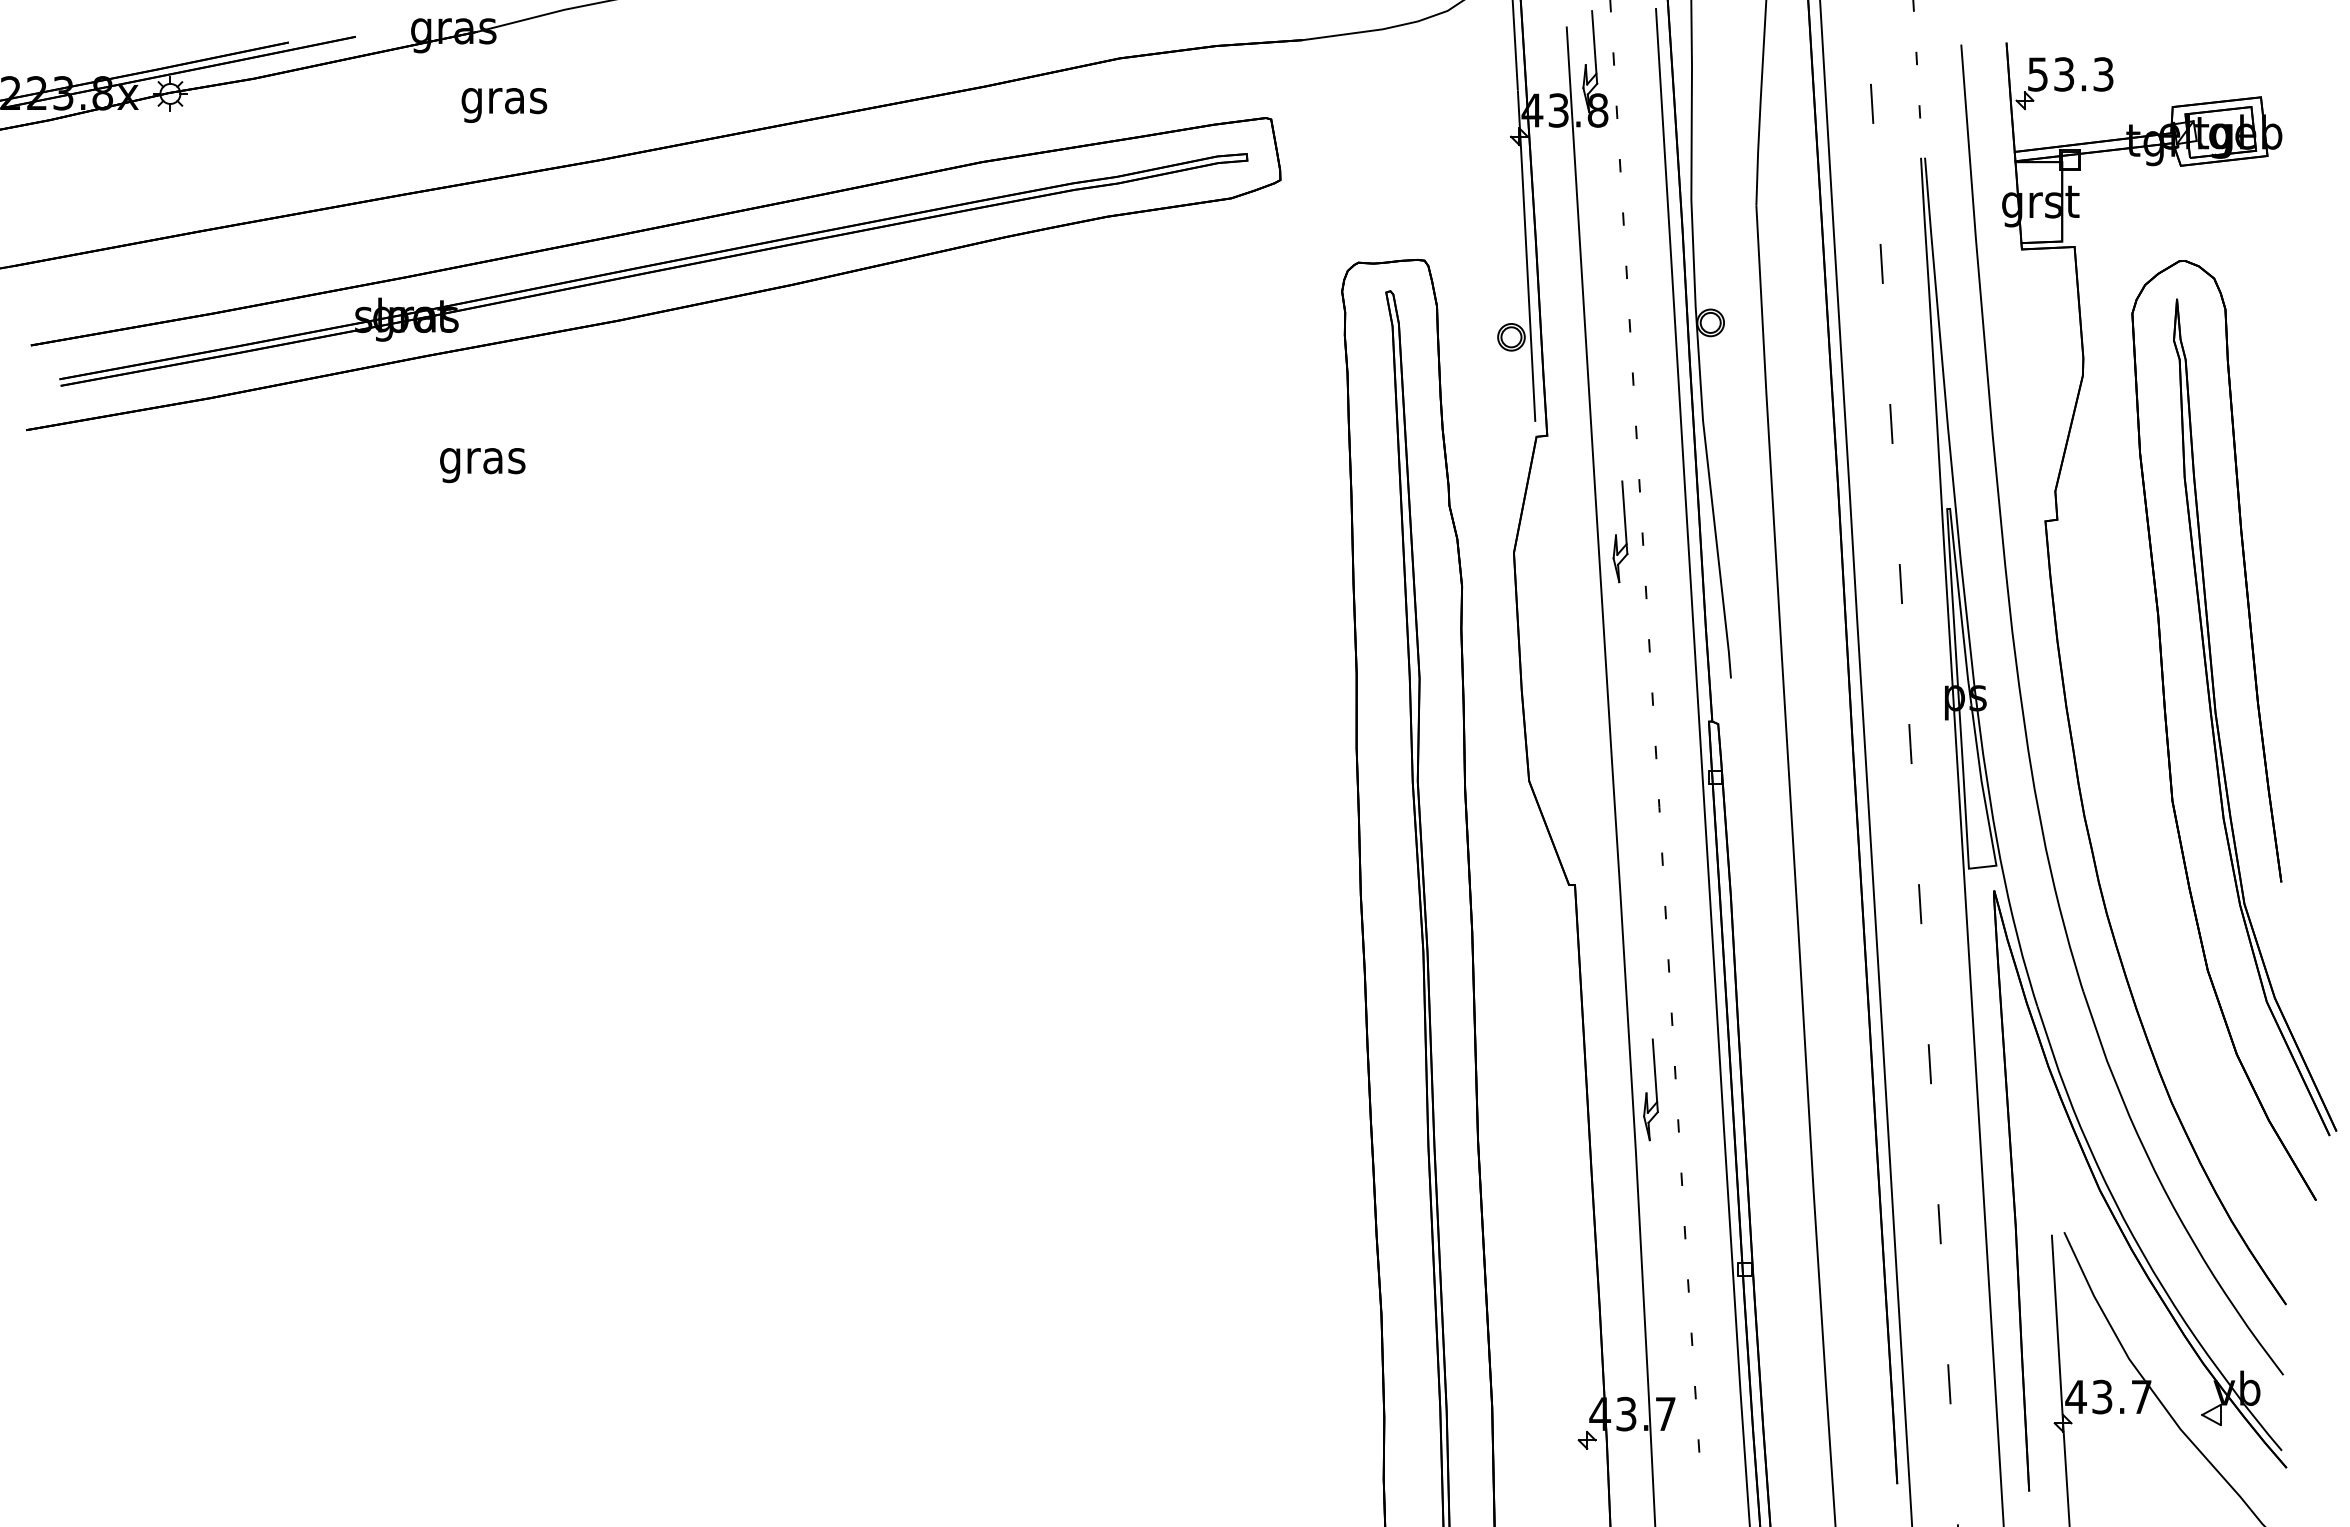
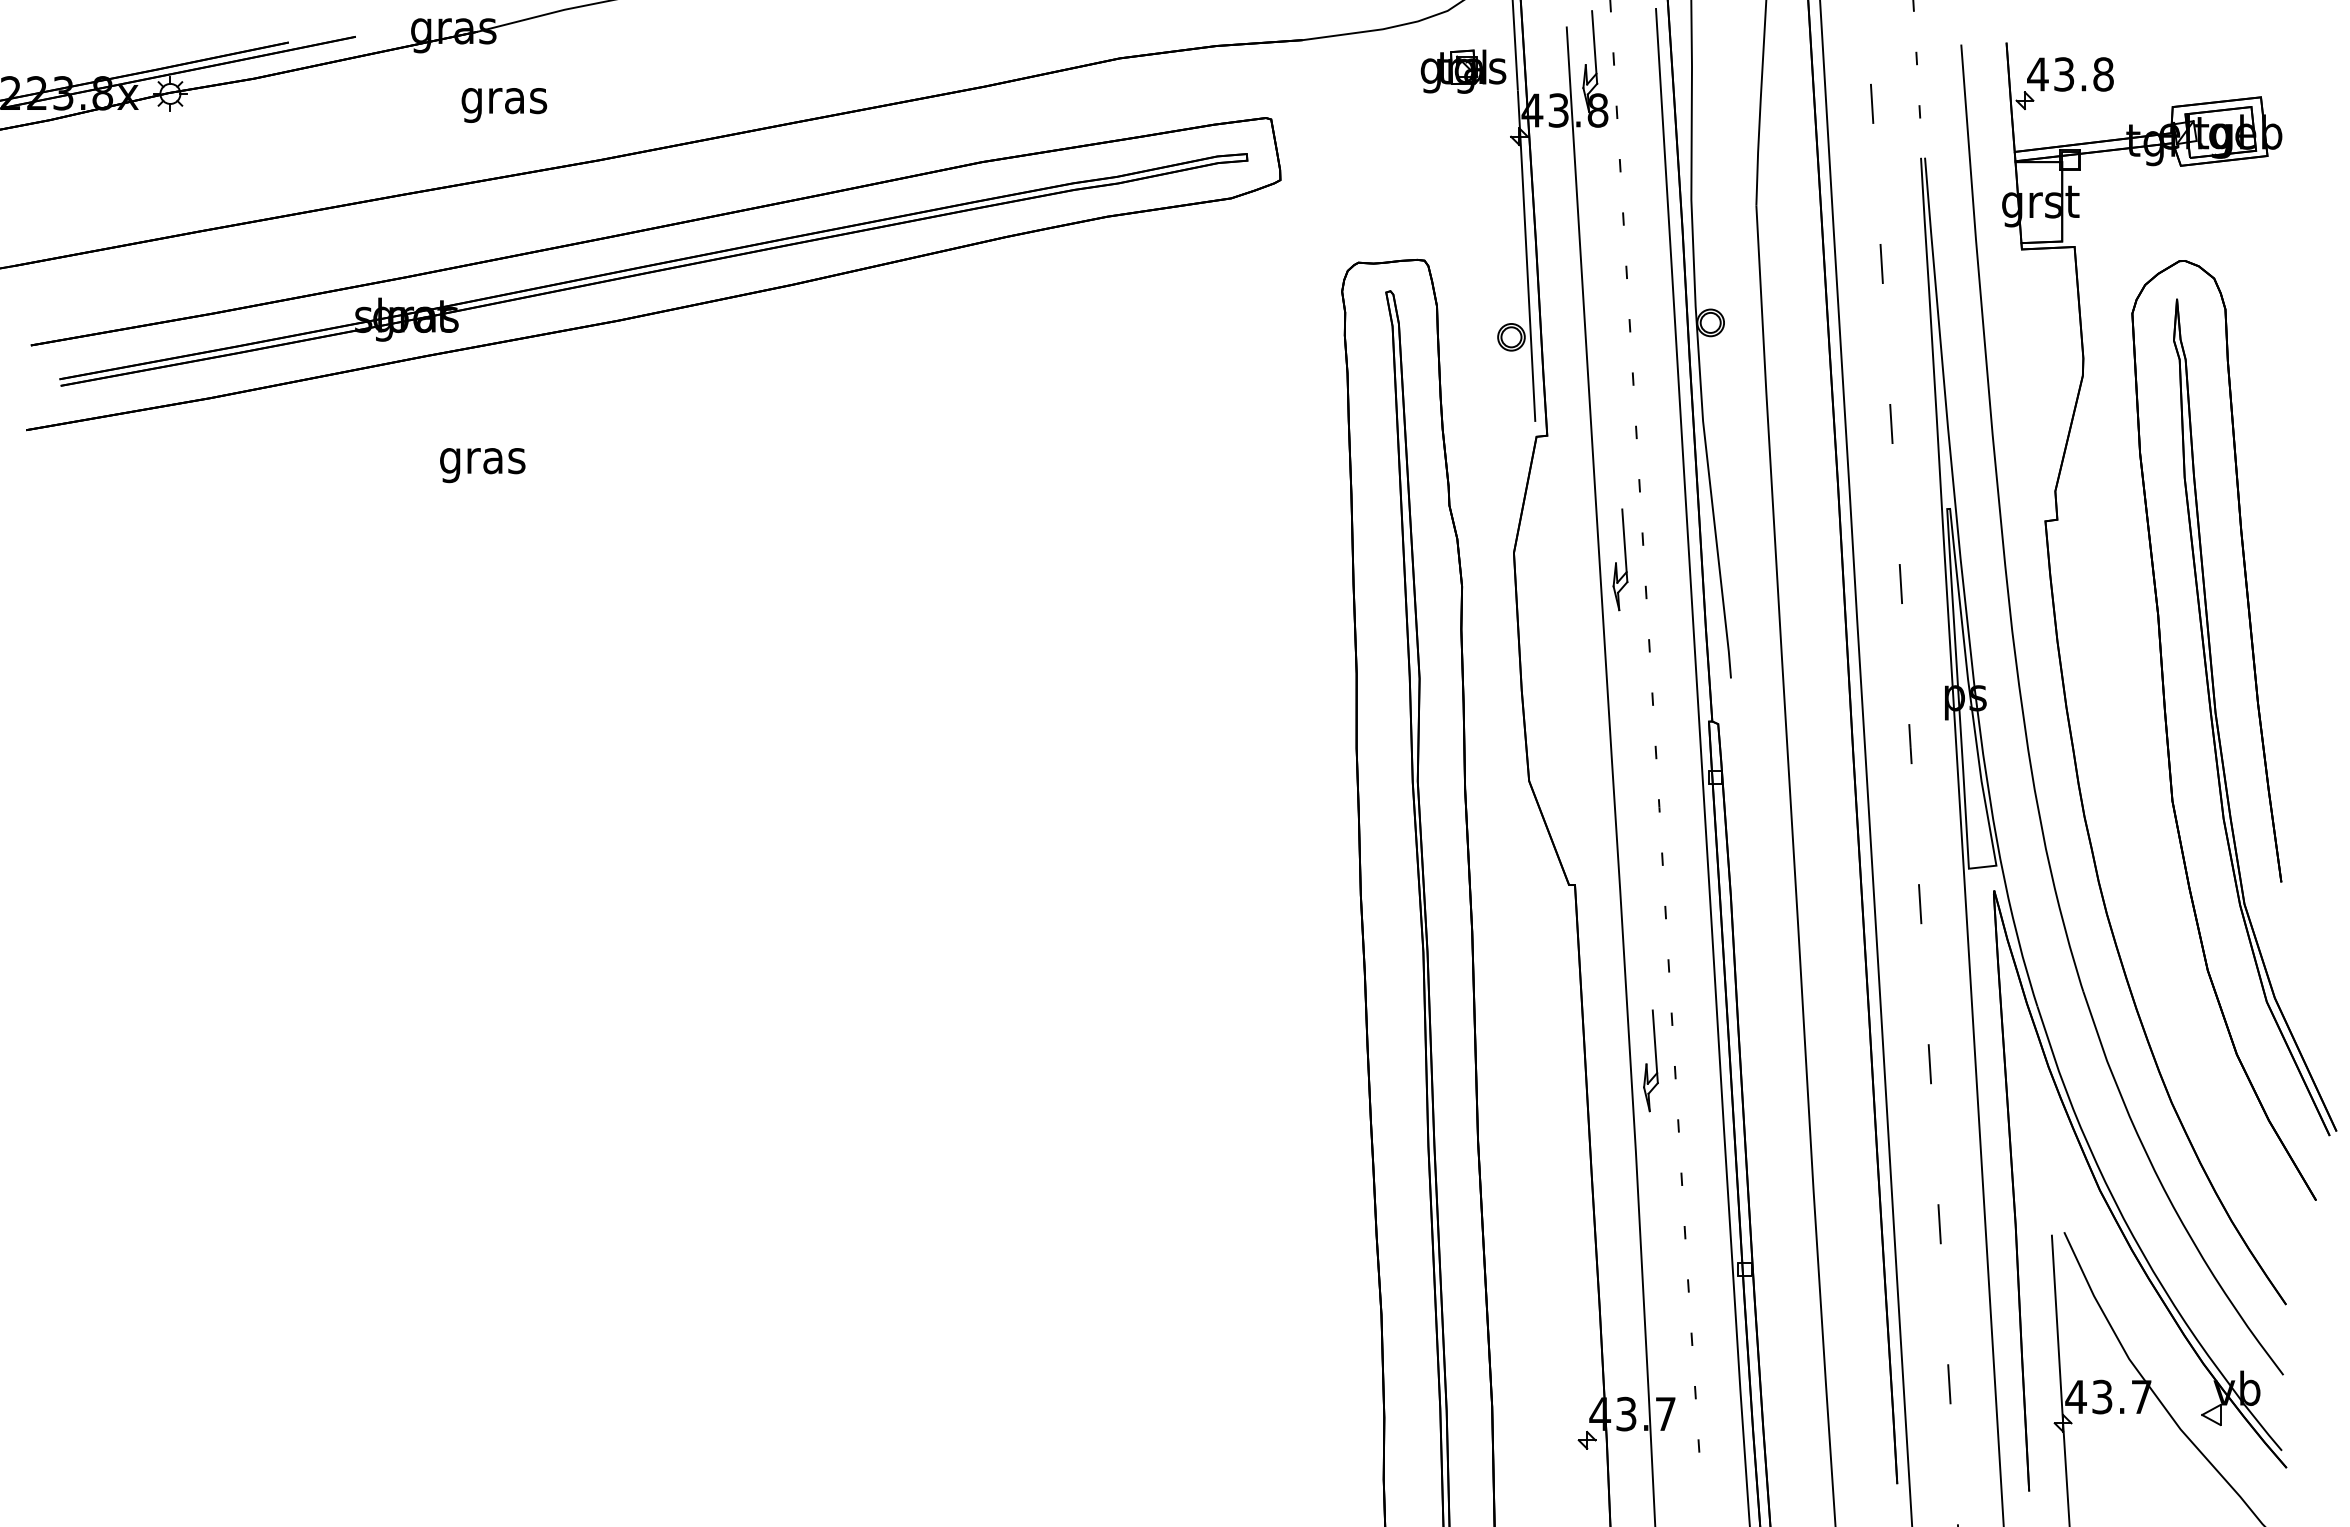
part at (1463, 71): none -> present
text at (2070, 74): 53.3 -> 43.8
part at (1620, 531) position: (1620, 531) -> (1620, 559)
part at (1650, 1089) position: (1650, 1089) -> (1650, 1060)
